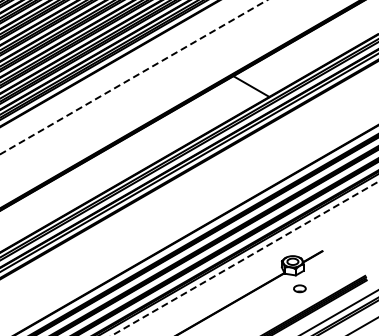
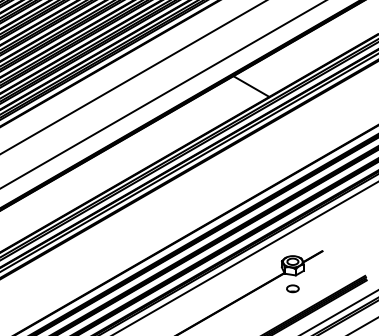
line at (133, 77): dashed -> solid
line at (162, 94): none -> present
line at (245, 258): dashed -> solid
part at (299, 288) position: (299, 288) -> (292, 288)
